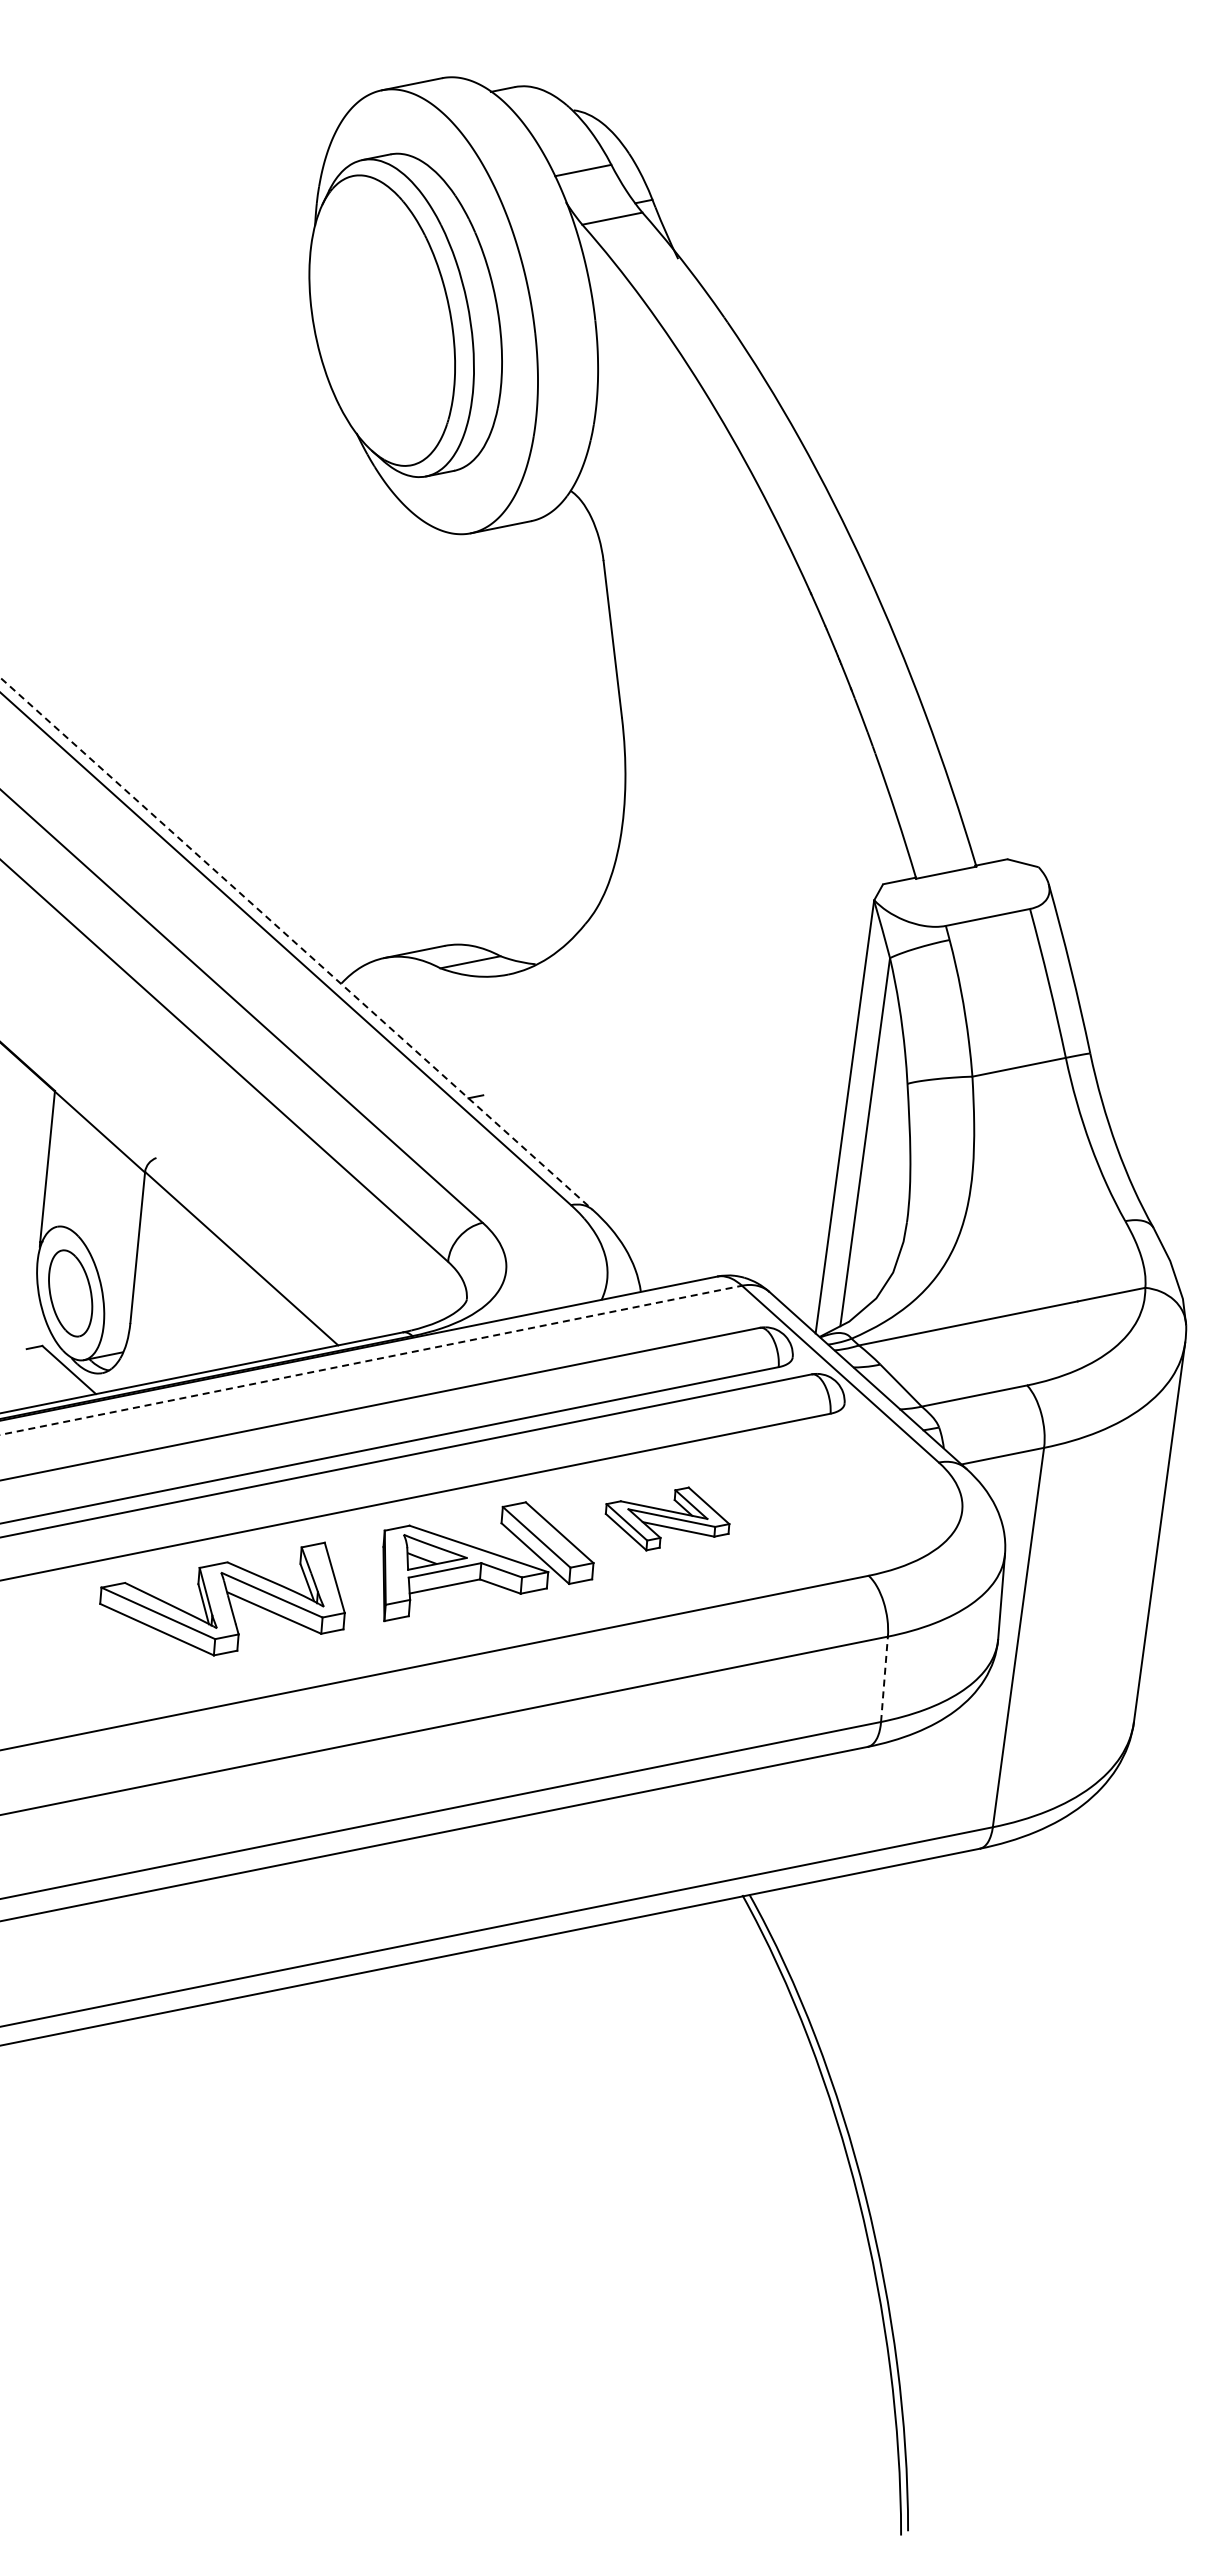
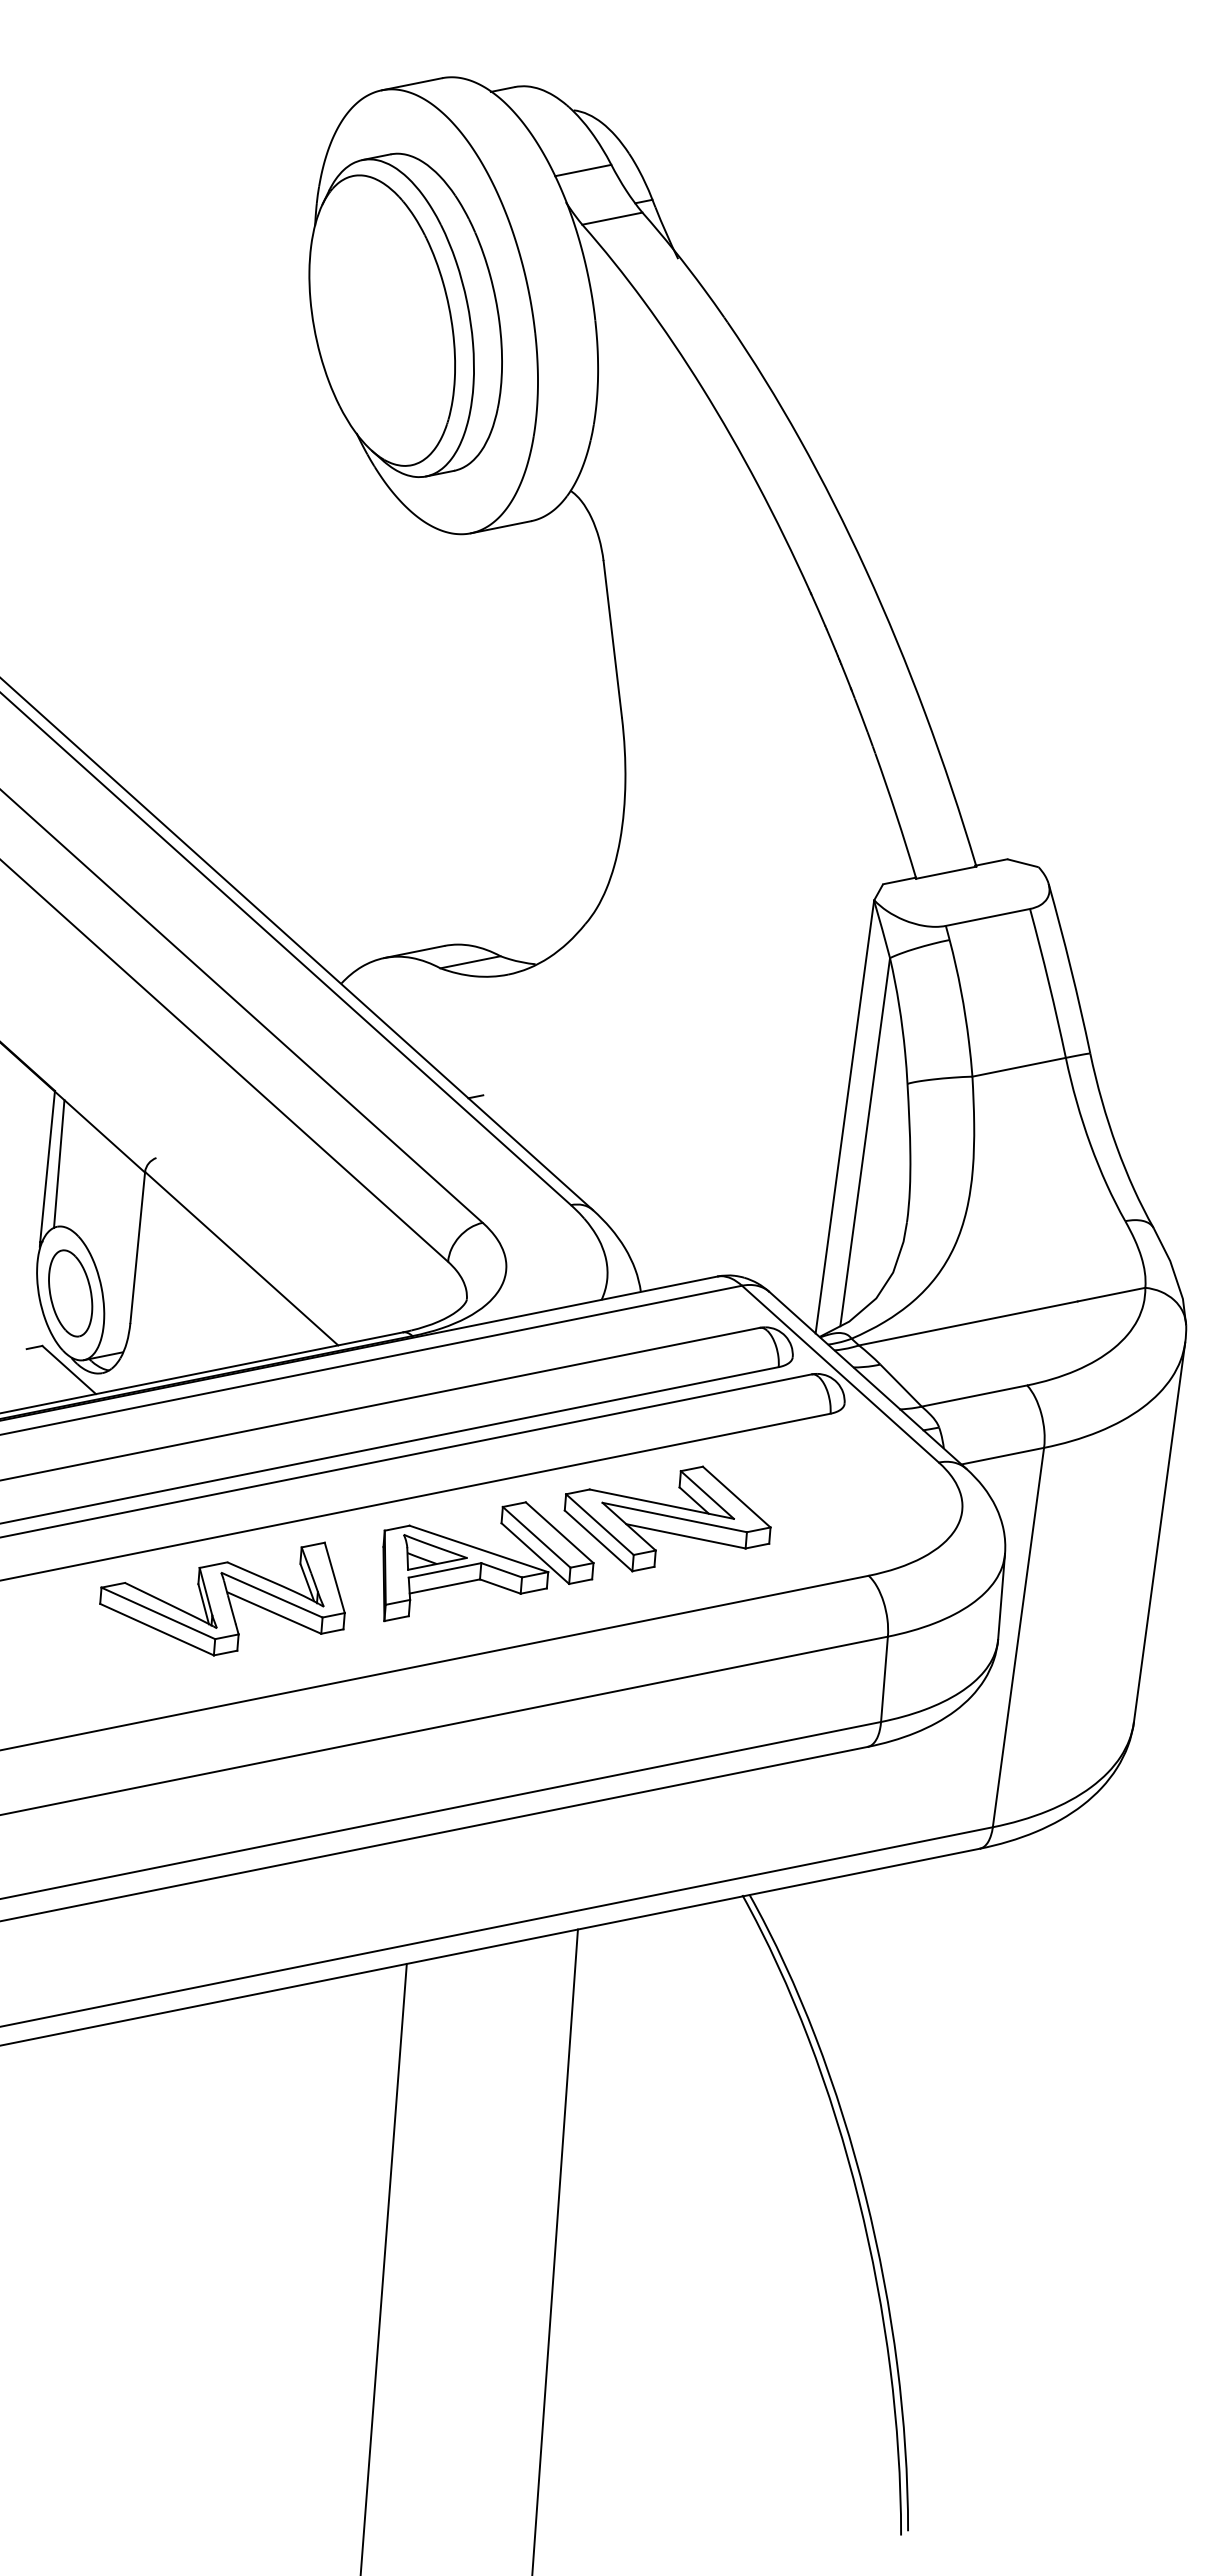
line at (297, 944): dashed -> solid
line at (59, 1164): none -> present
line at (371, 1360): dashed -> solid
part at (667, 1518) size: 127x66 px -> 209x108 px
line at (884, 1679): dashed -> solid
line at (554, 2250): none -> present
line at (383, 2267): none -> present
